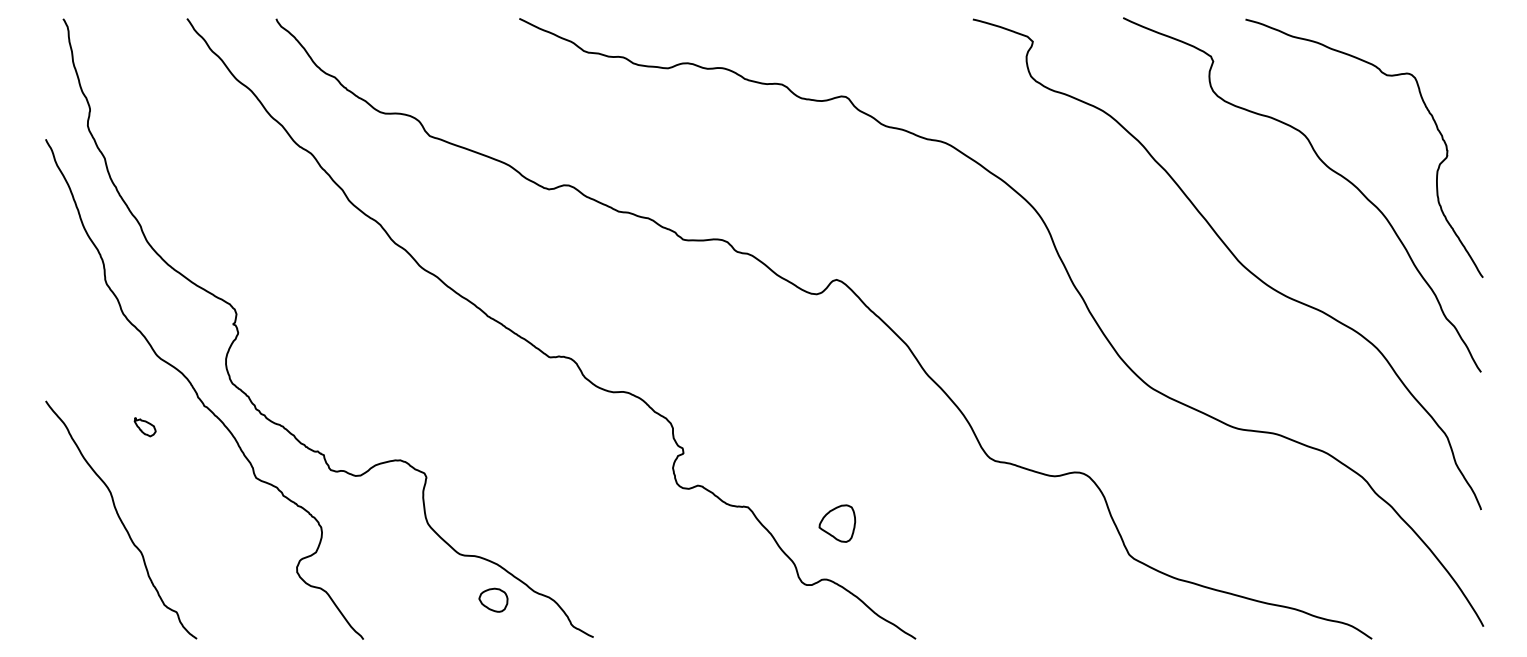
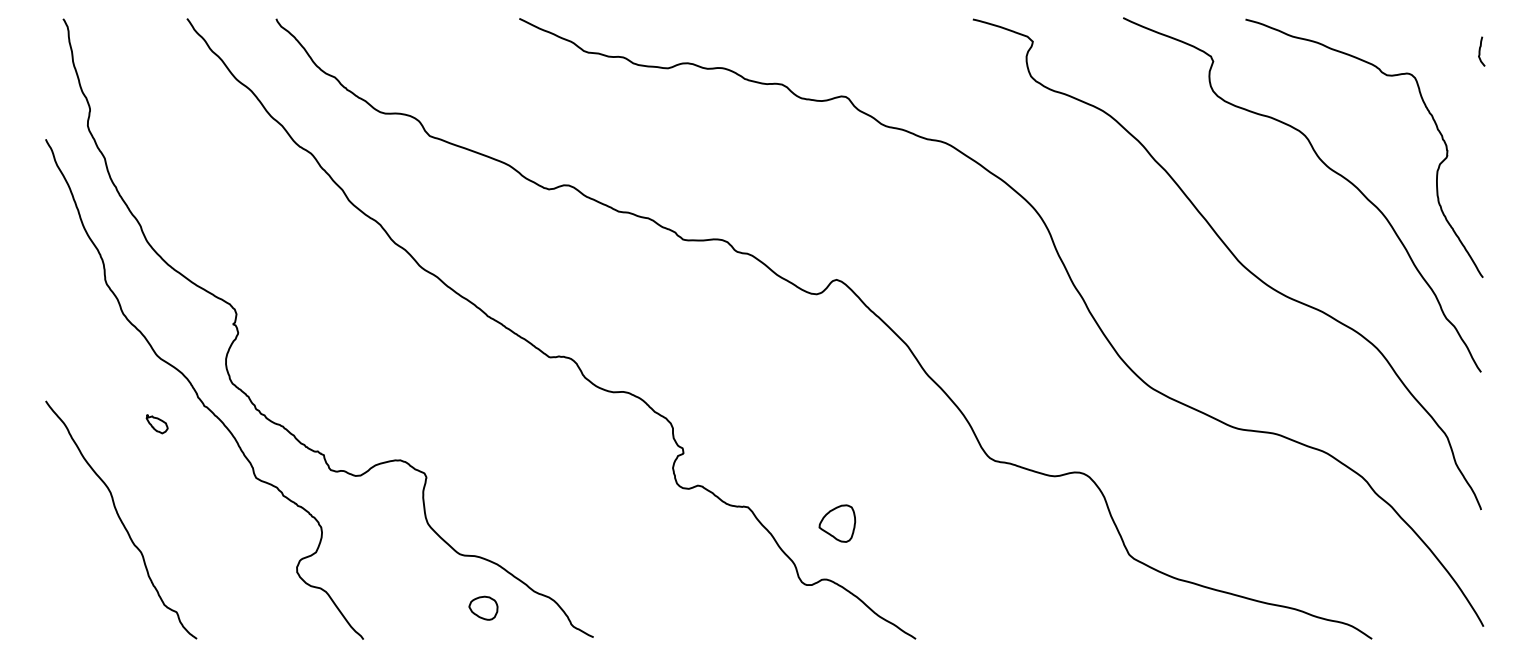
curve at (1480, 51): none -> present
part at (144, 427) position: (144, 427) -> (156, 424)
part at (493, 599) position: (493, 599) -> (483, 607)
